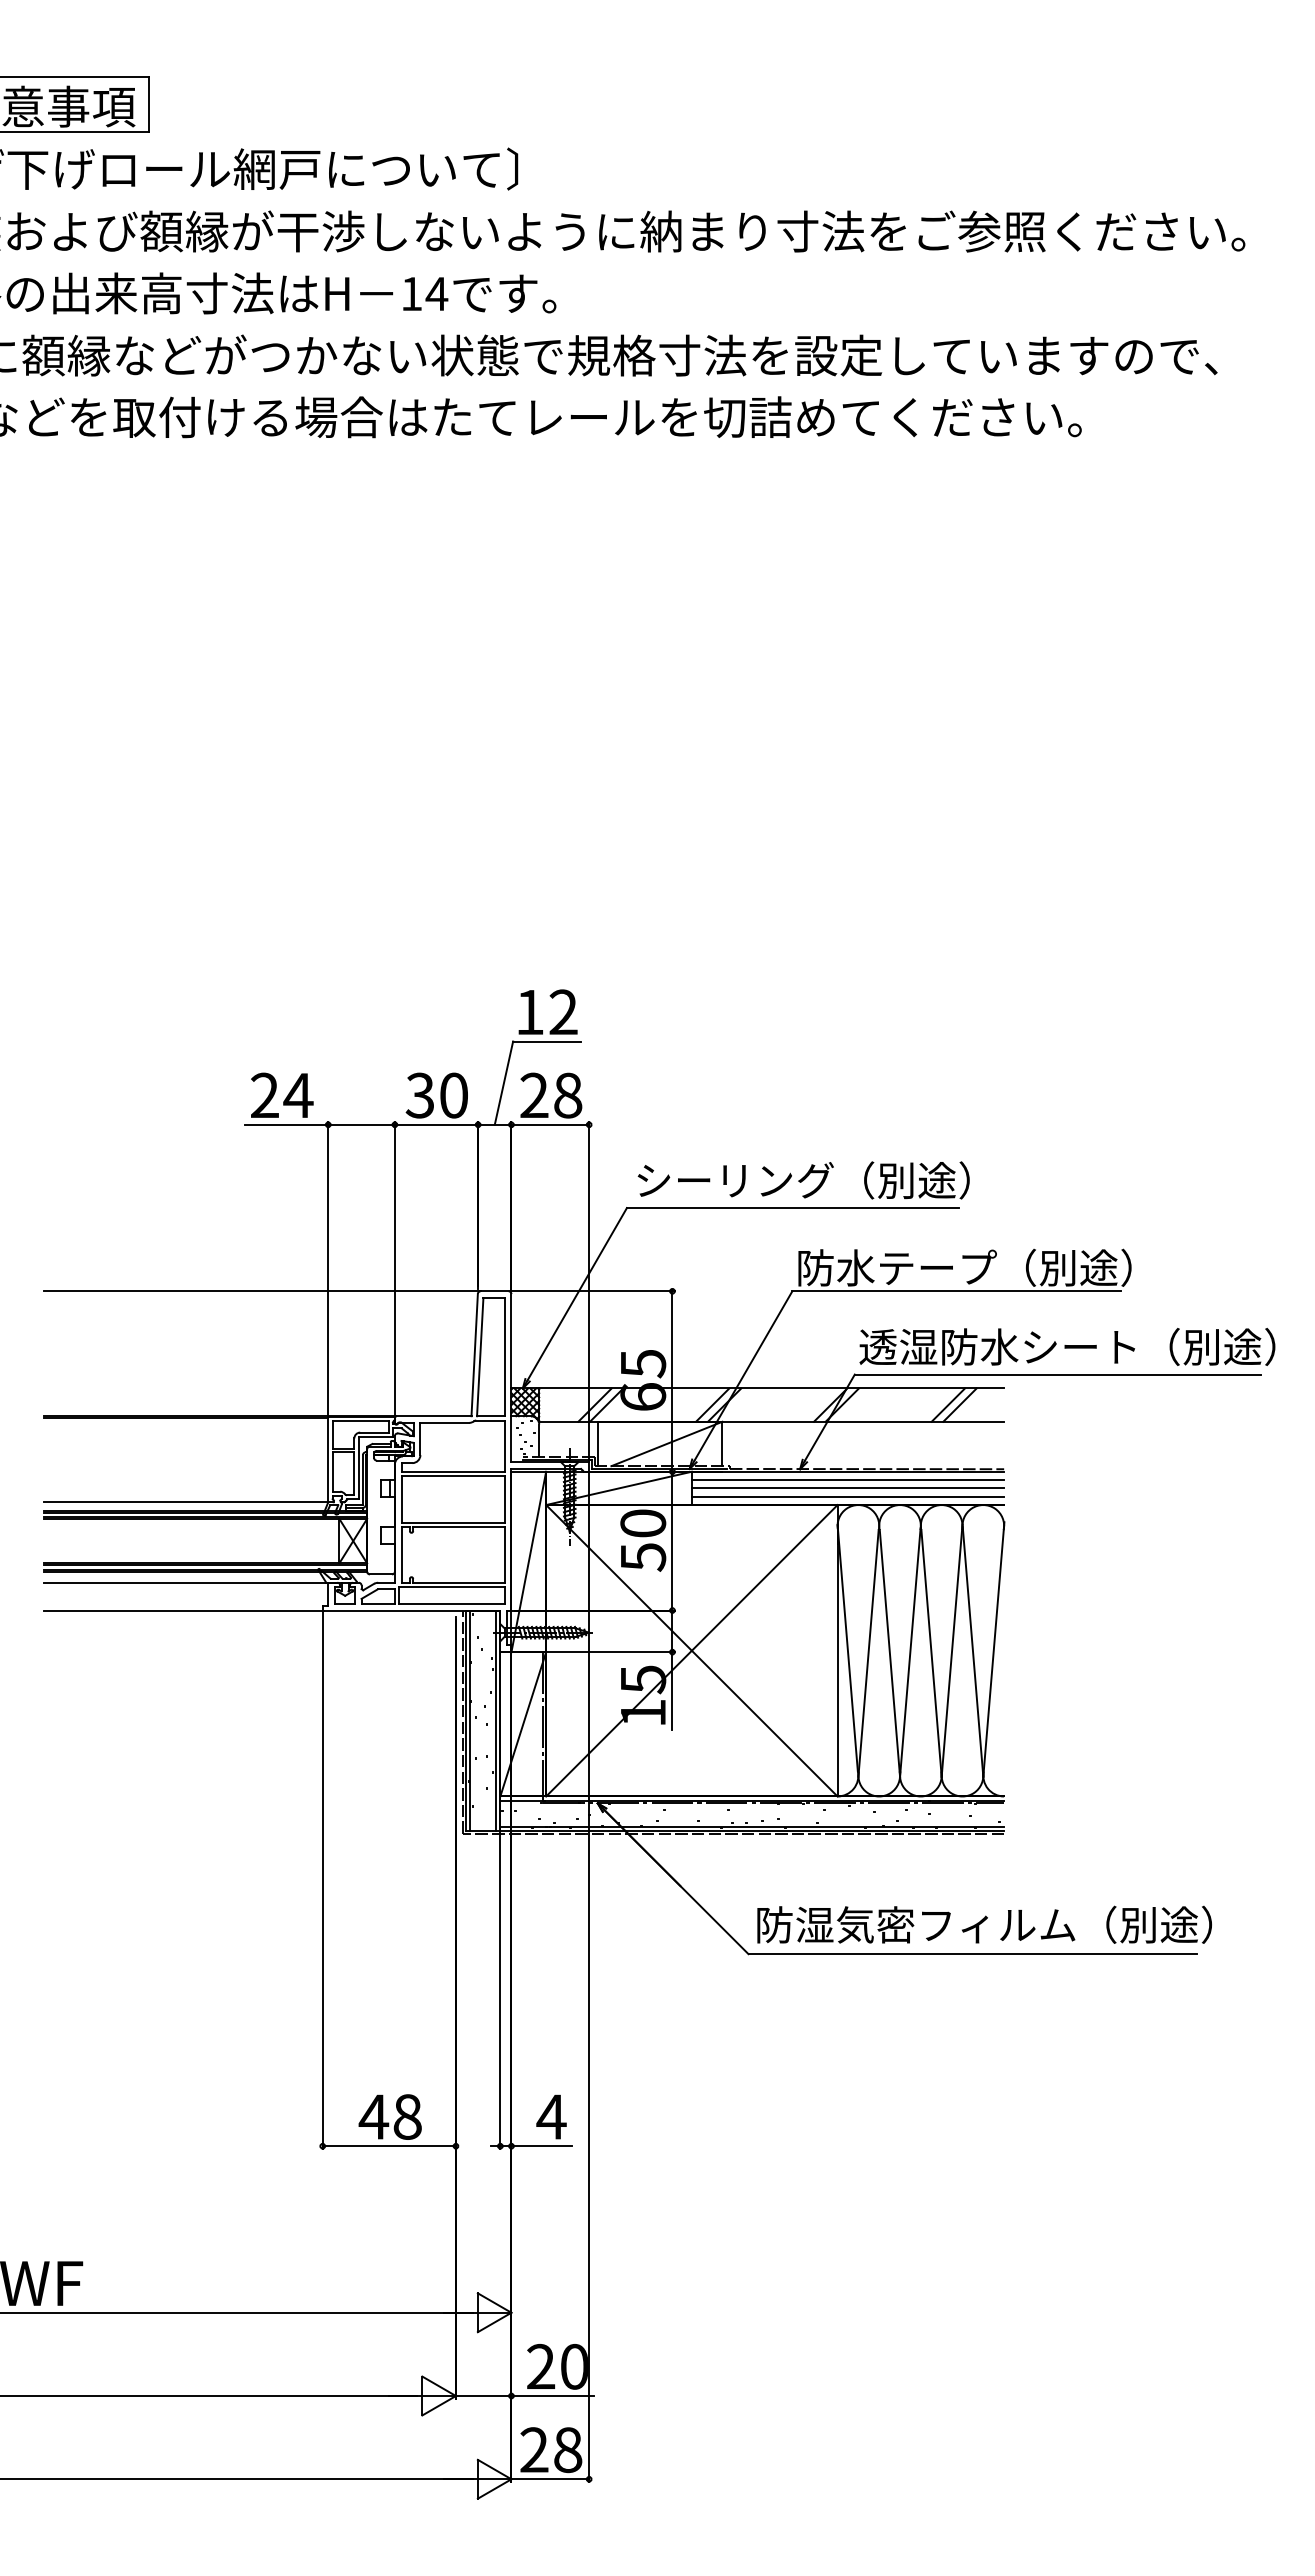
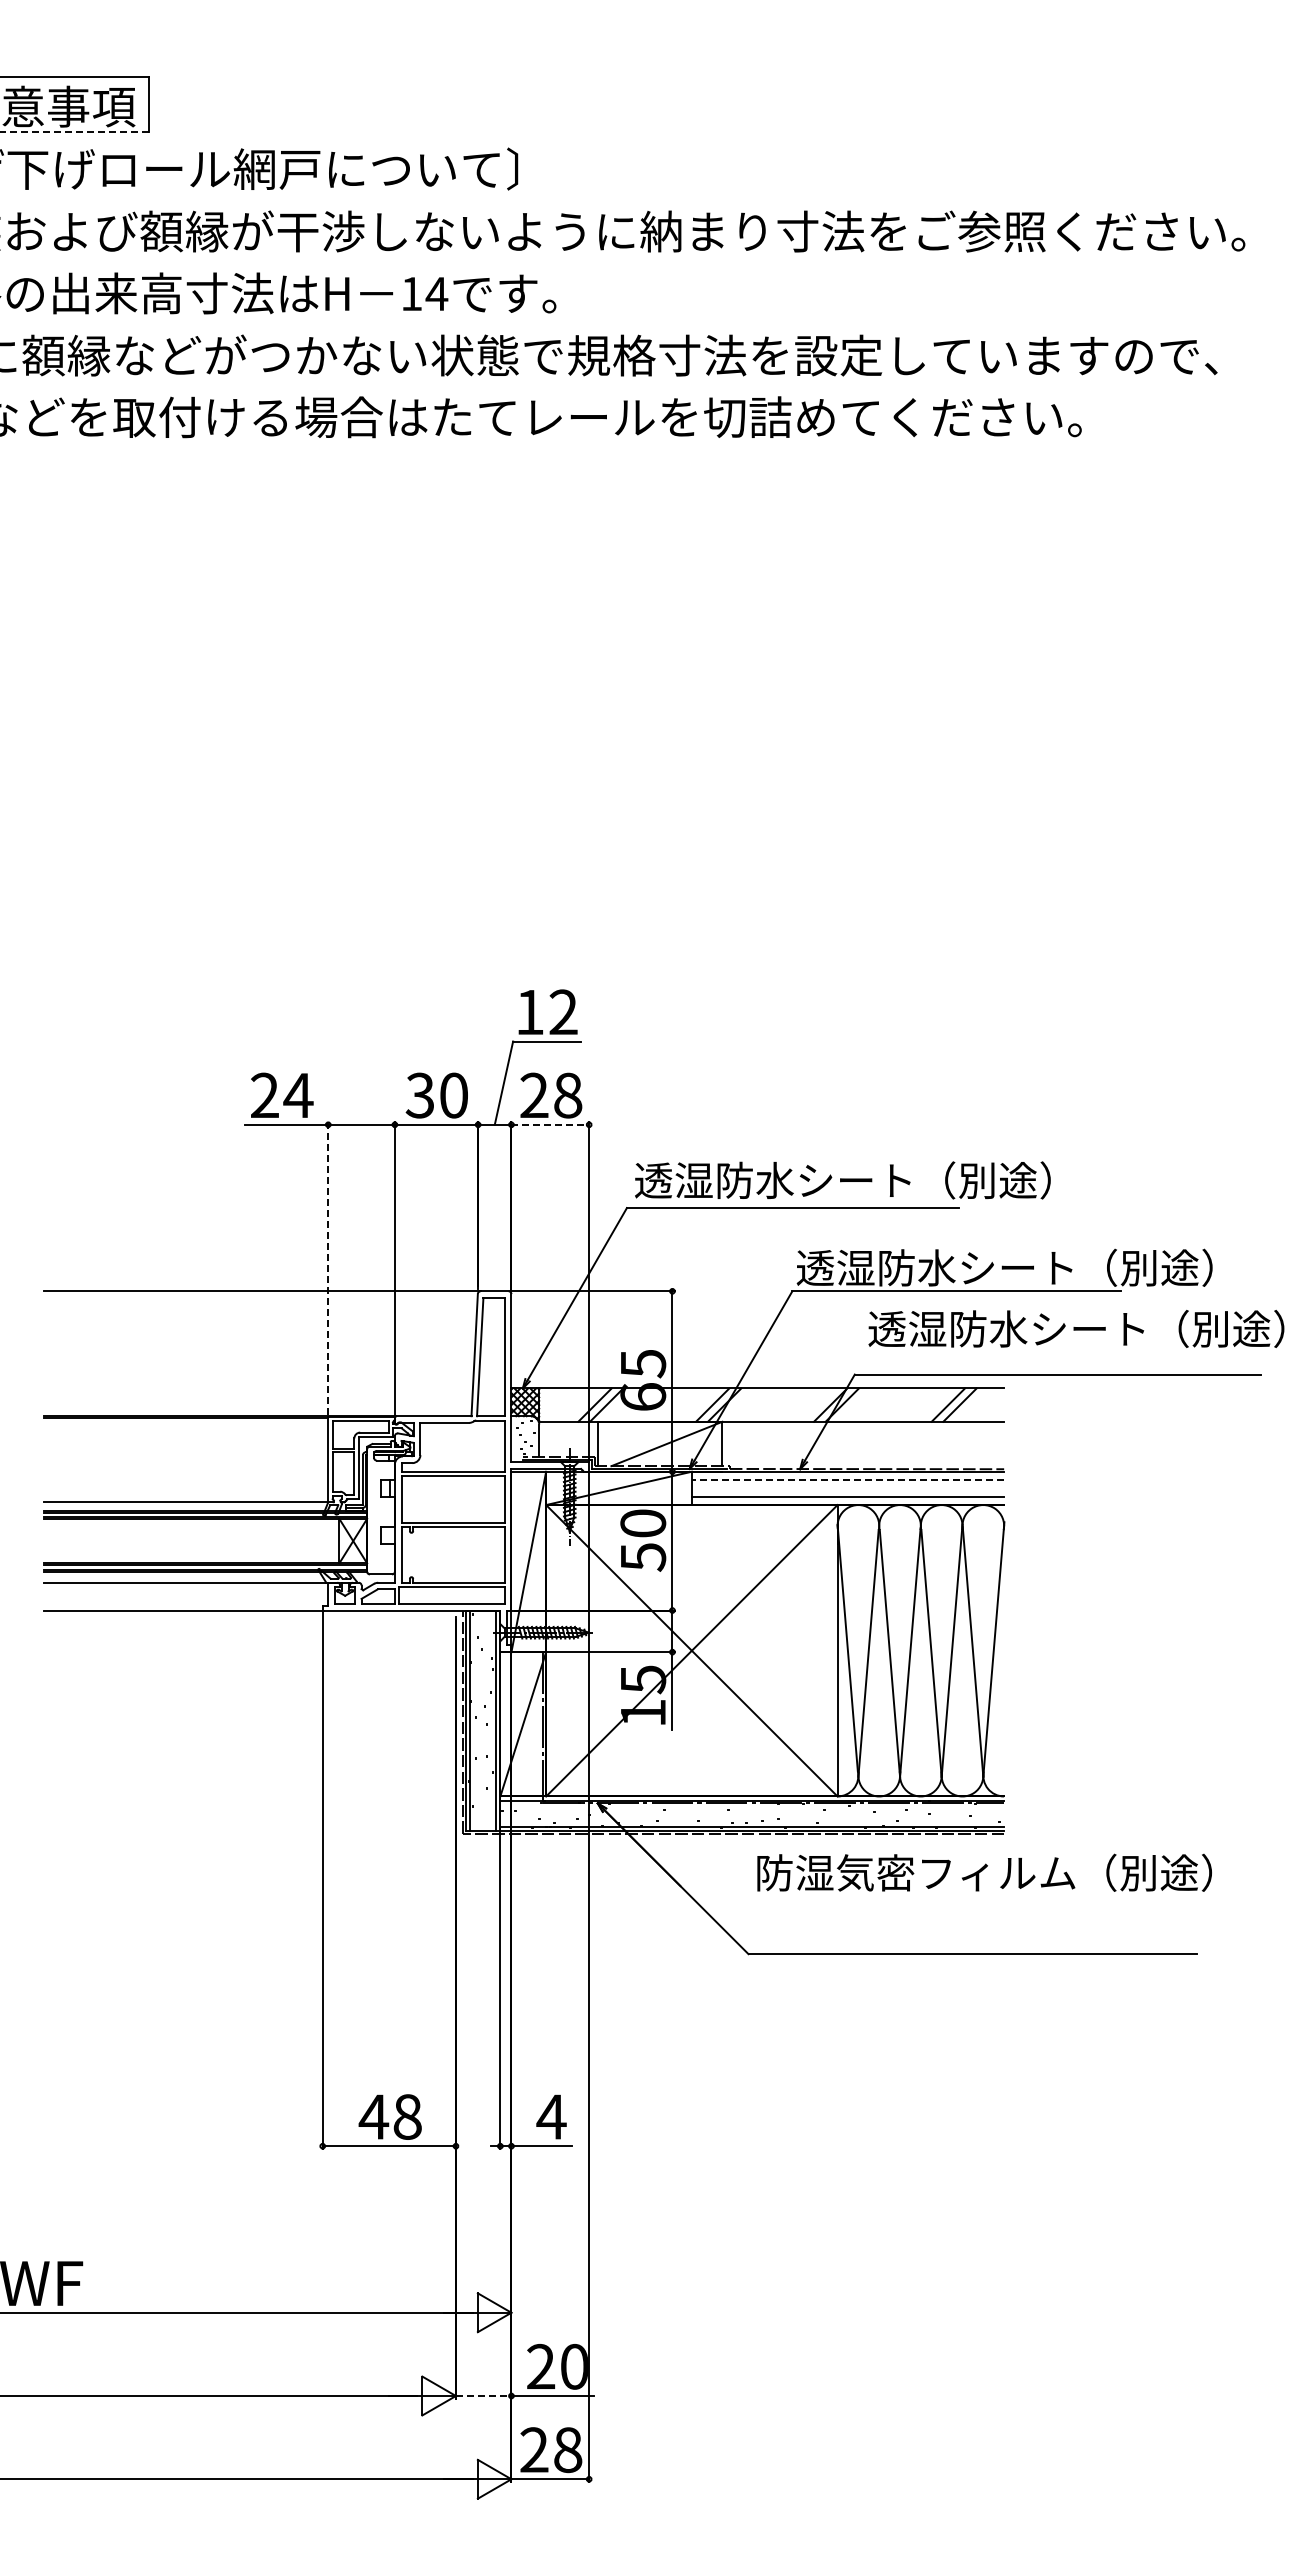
line at (74, 132): solid -> dashed
line at (550, 1124): solid -> dashed
text at (842, 1180): シーリング（別途） -> 透湿防水シート（別途）
text at (1004, 1267): 防水テープ（別途） -> 透湿防水シート（別途）
line at (328, 1268): solid -> dashed
text at (1067, 1346) position: (1067, 1346) -> (1076, 1328)
line at (847, 1480): solid -> dashed
line at (847, 1488): present -> none
text at (984, 1924) position: (984, 1924) -> (984, 1872)
line at (483, 2396): solid -> dashed
